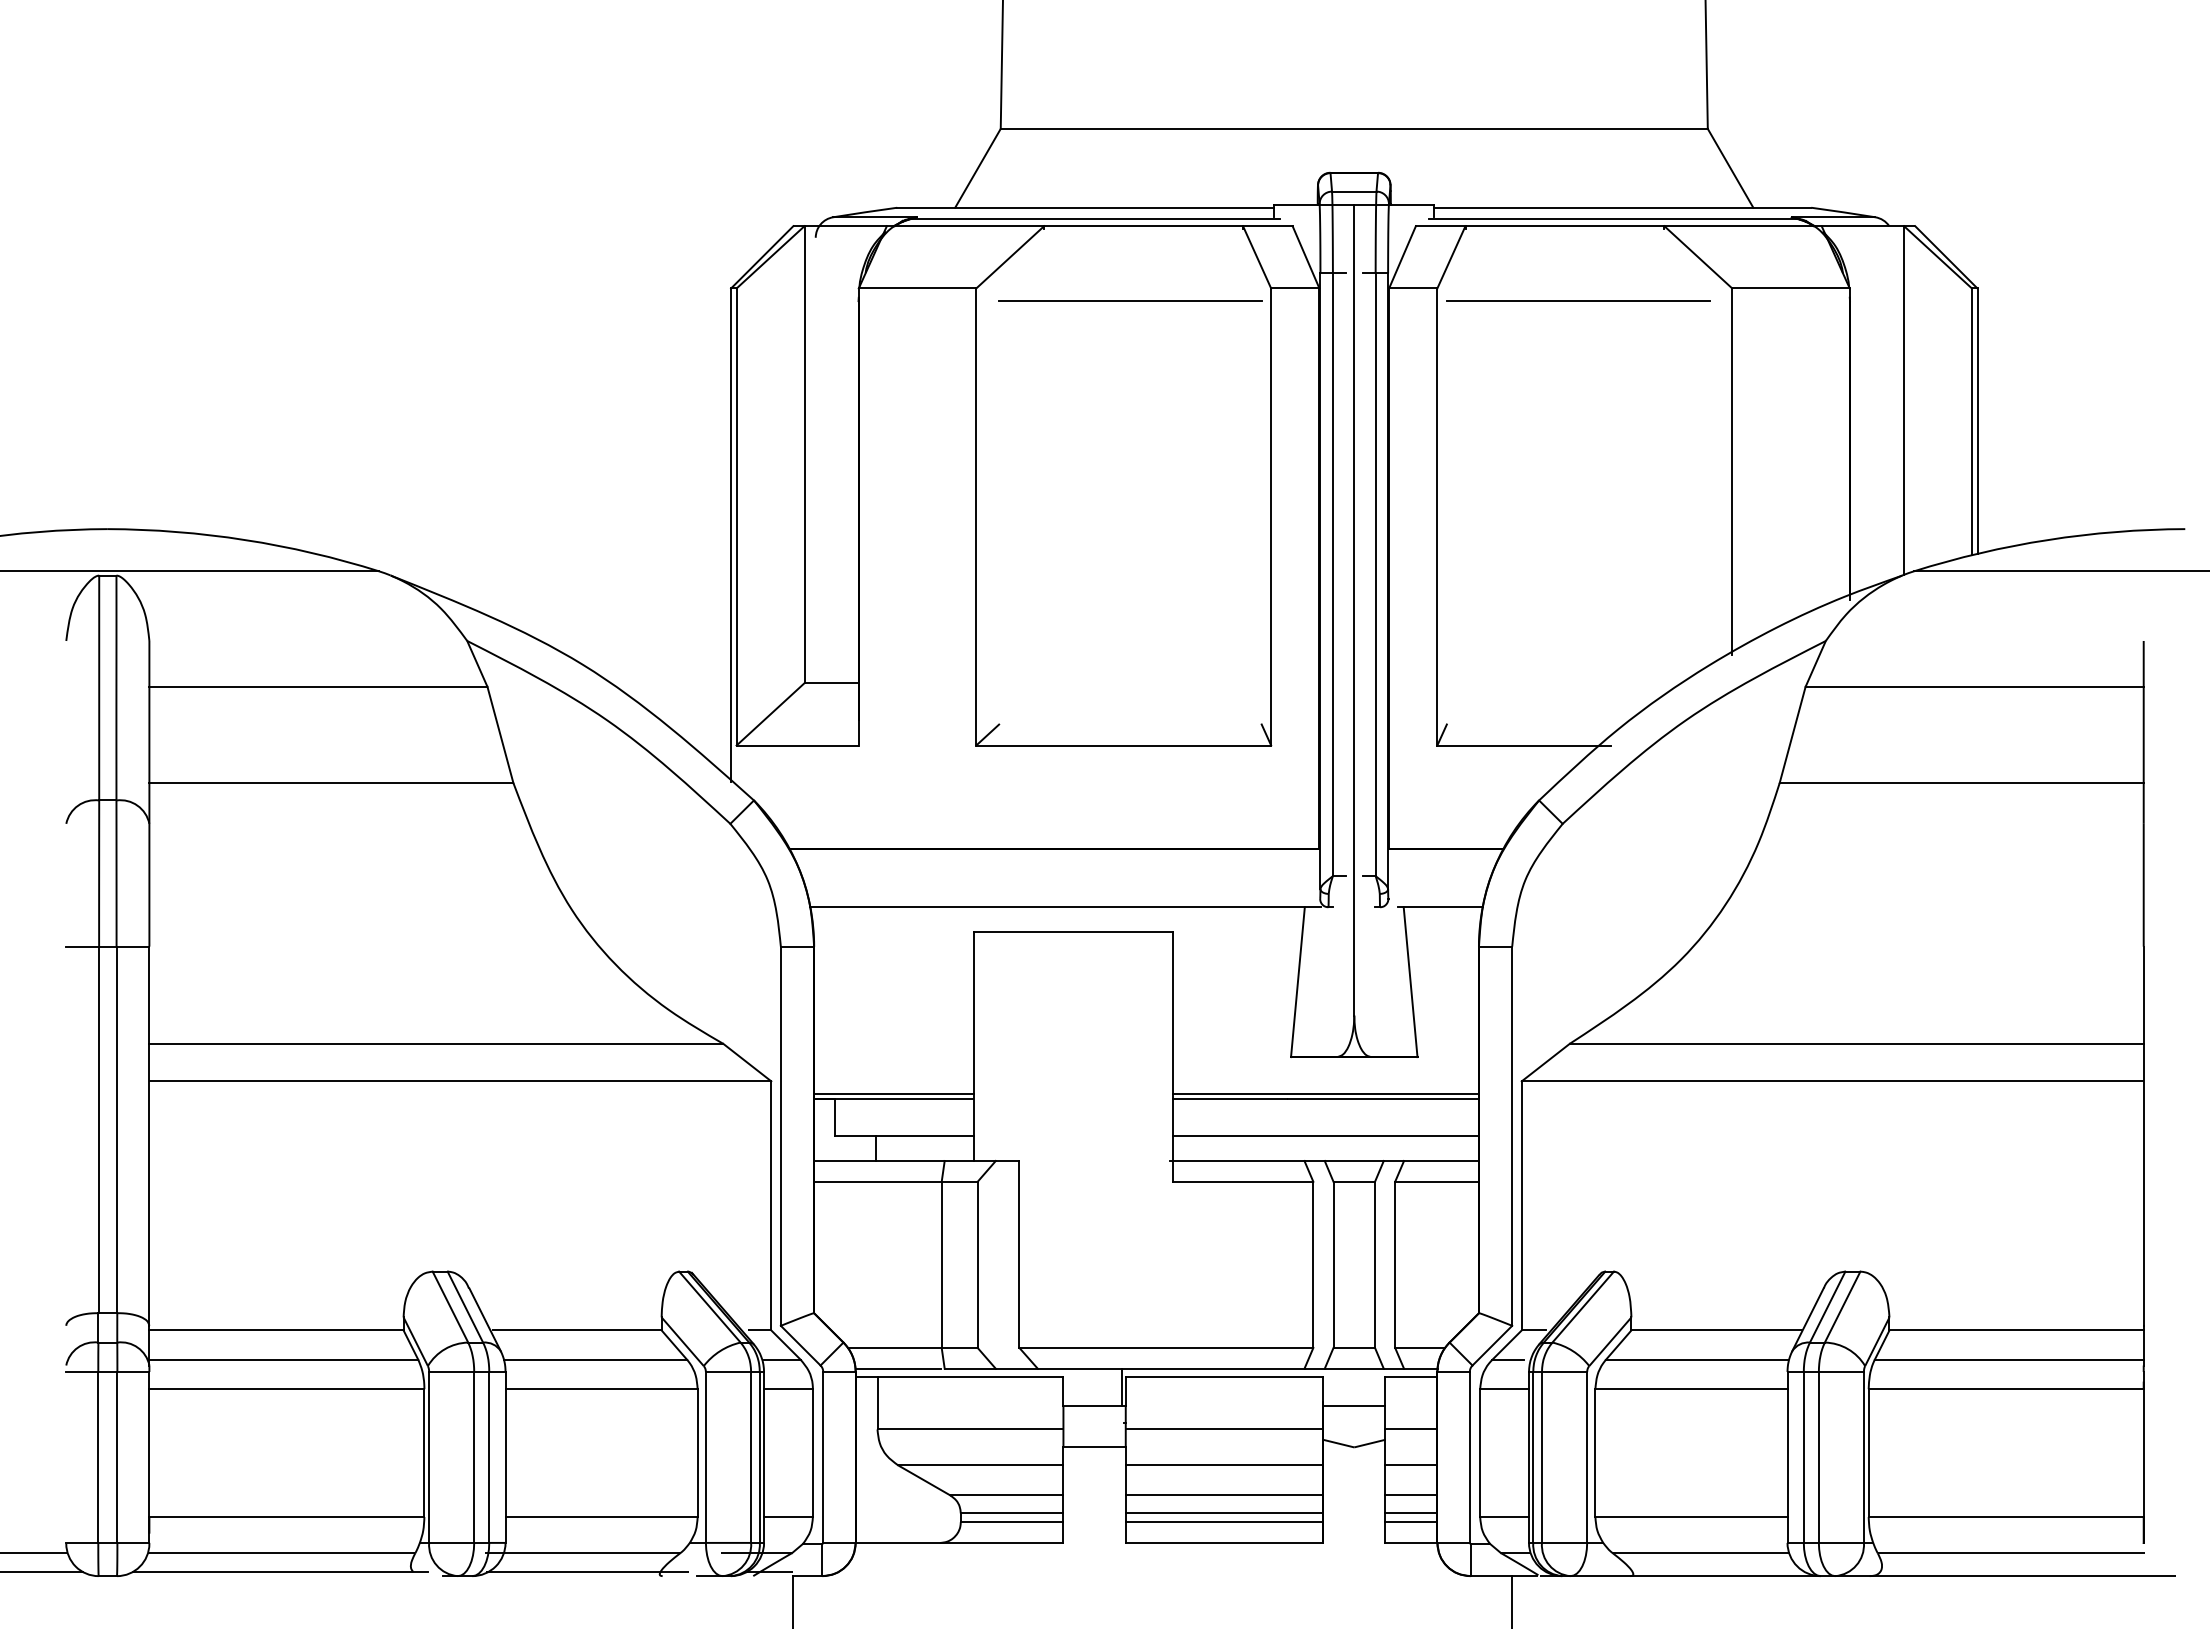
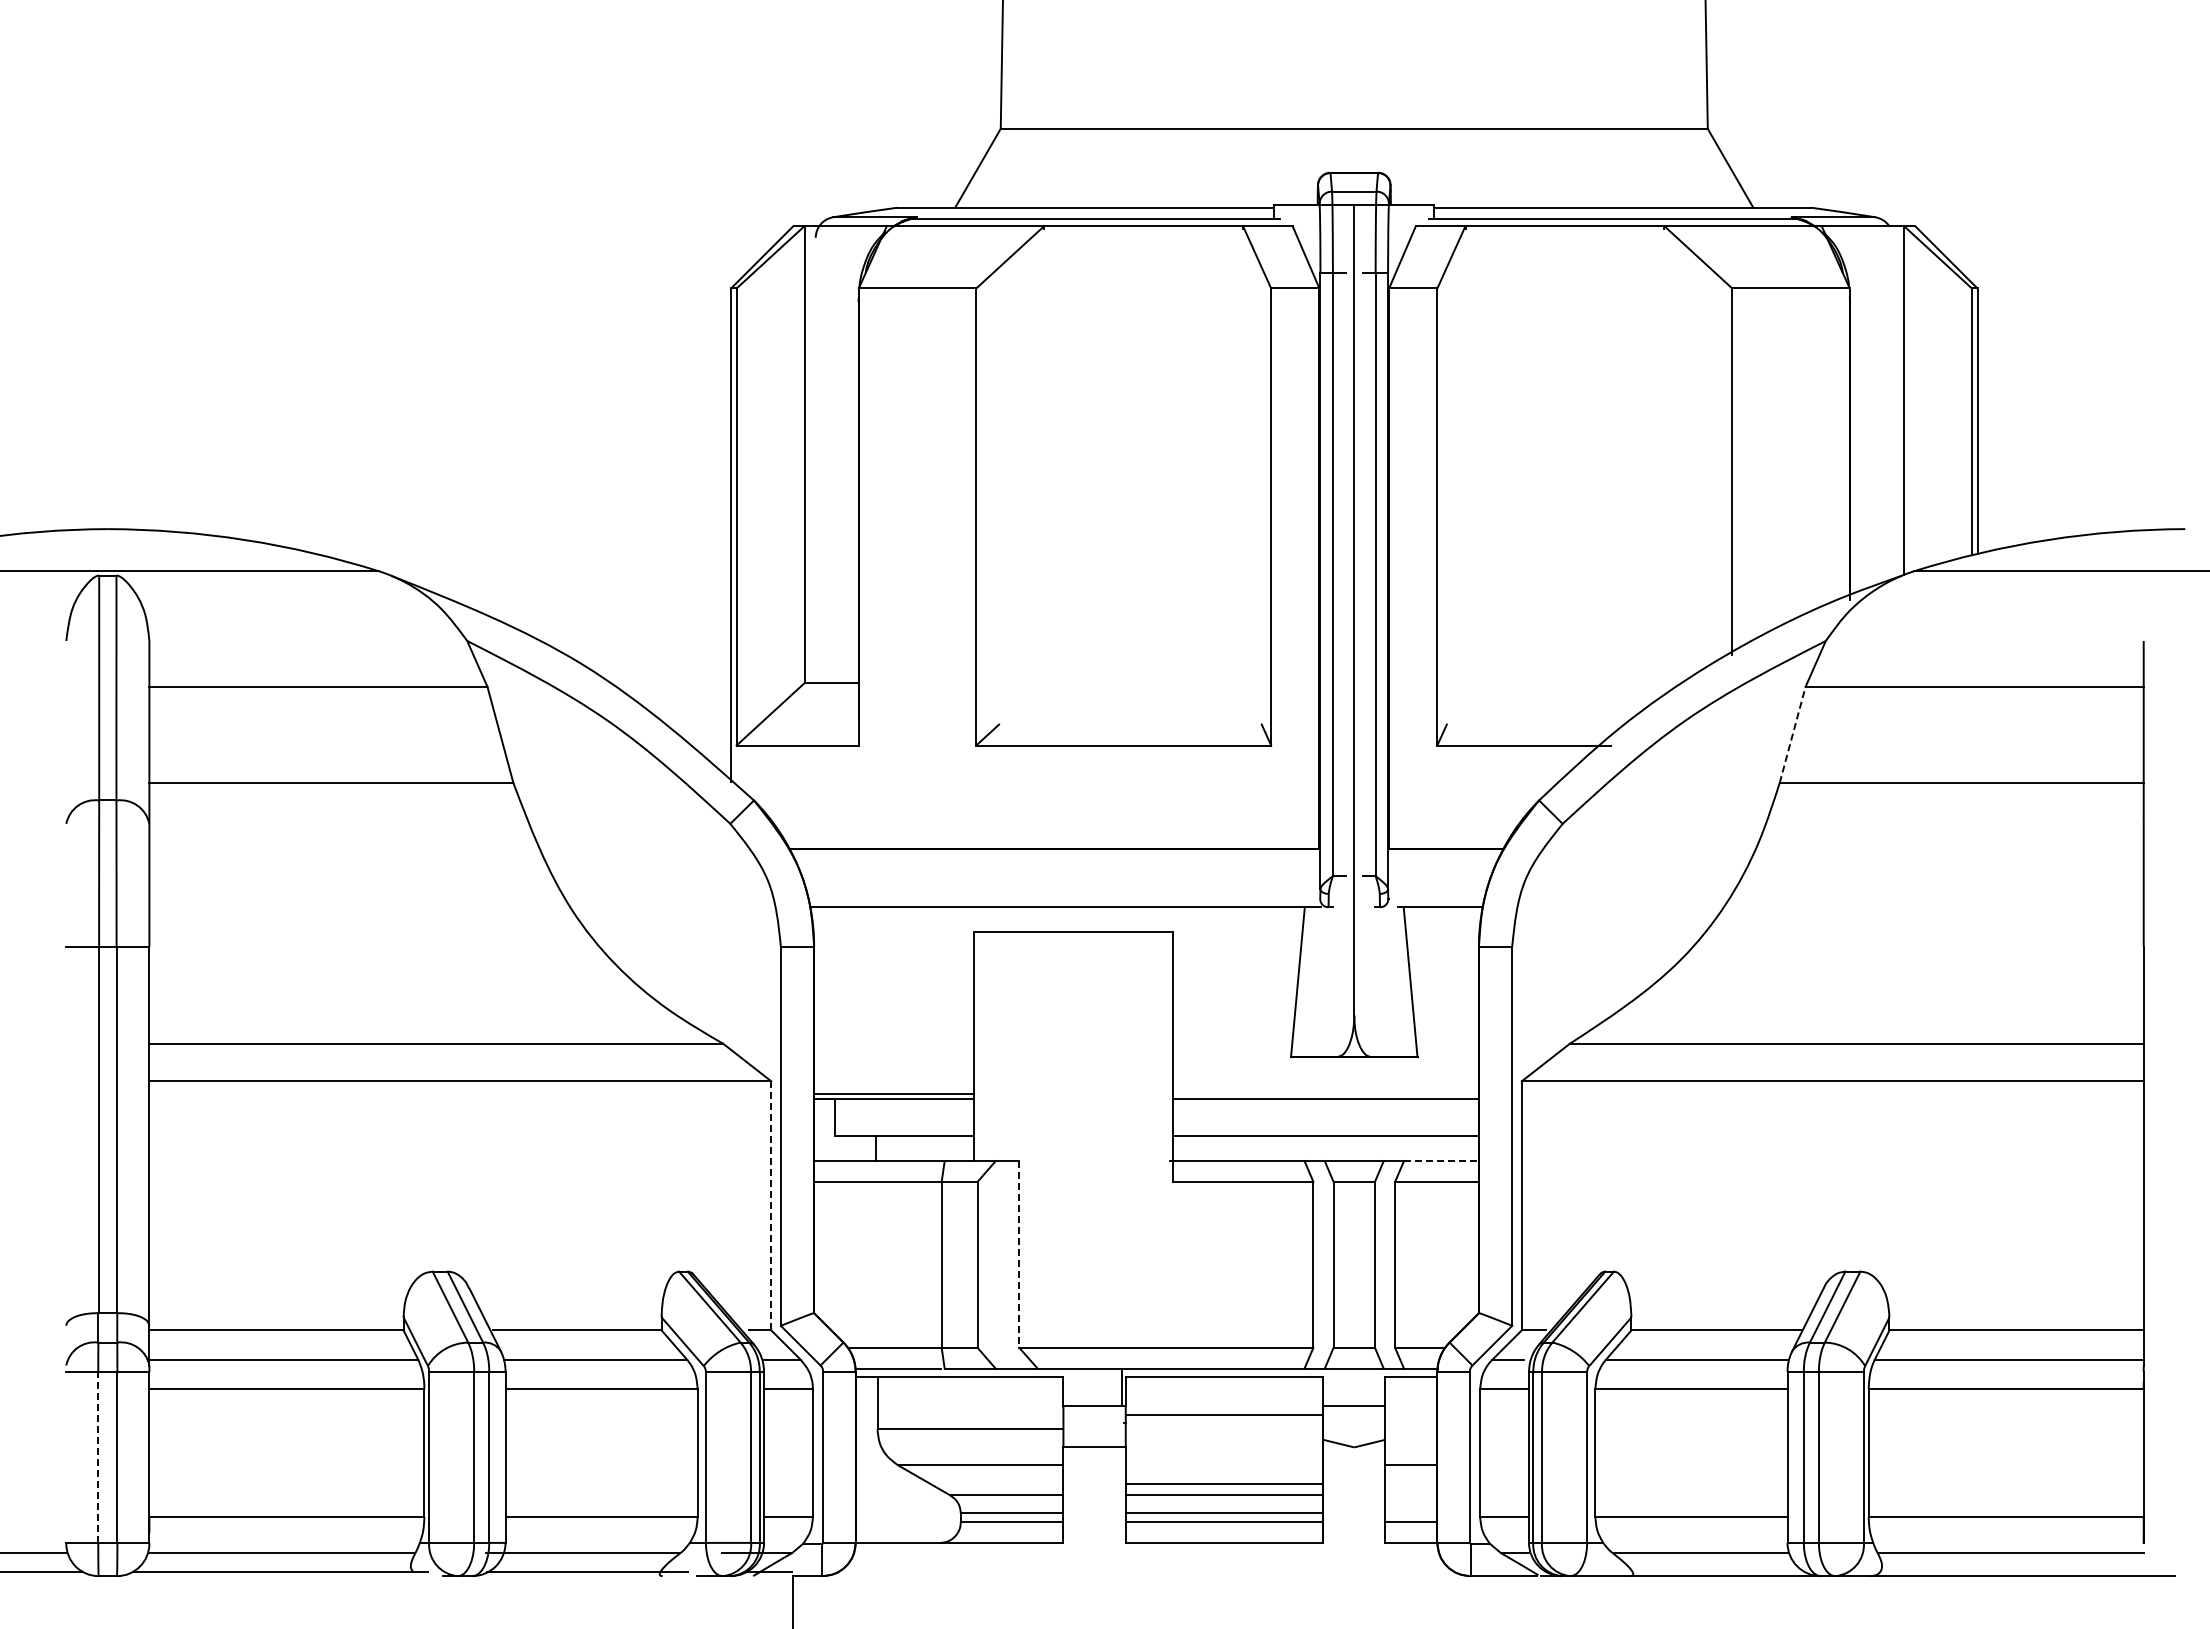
line at (1578, 300): present -> none
line at (1129, 301): present -> none
line at (1792, 734): solid -> dashed
line at (1325, 1094): present -> none
line at (1441, 1161): solid -> dashed
line at (771, 1205): solid -> dashed
line at (1019, 1254): solid -> dashed
line at (1224, 1429) position: (1224, 1429) -> (1224, 1415)
line at (1411, 1429): present -> none
line at (98, 1456): solid -> dashed
line at (1224, 1465) position: (1224, 1465) -> (1224, 1484)
line at (1411, 1495): present -> none
line at (1411, 1513): present -> none
line at (1511, 1600): present -> none
